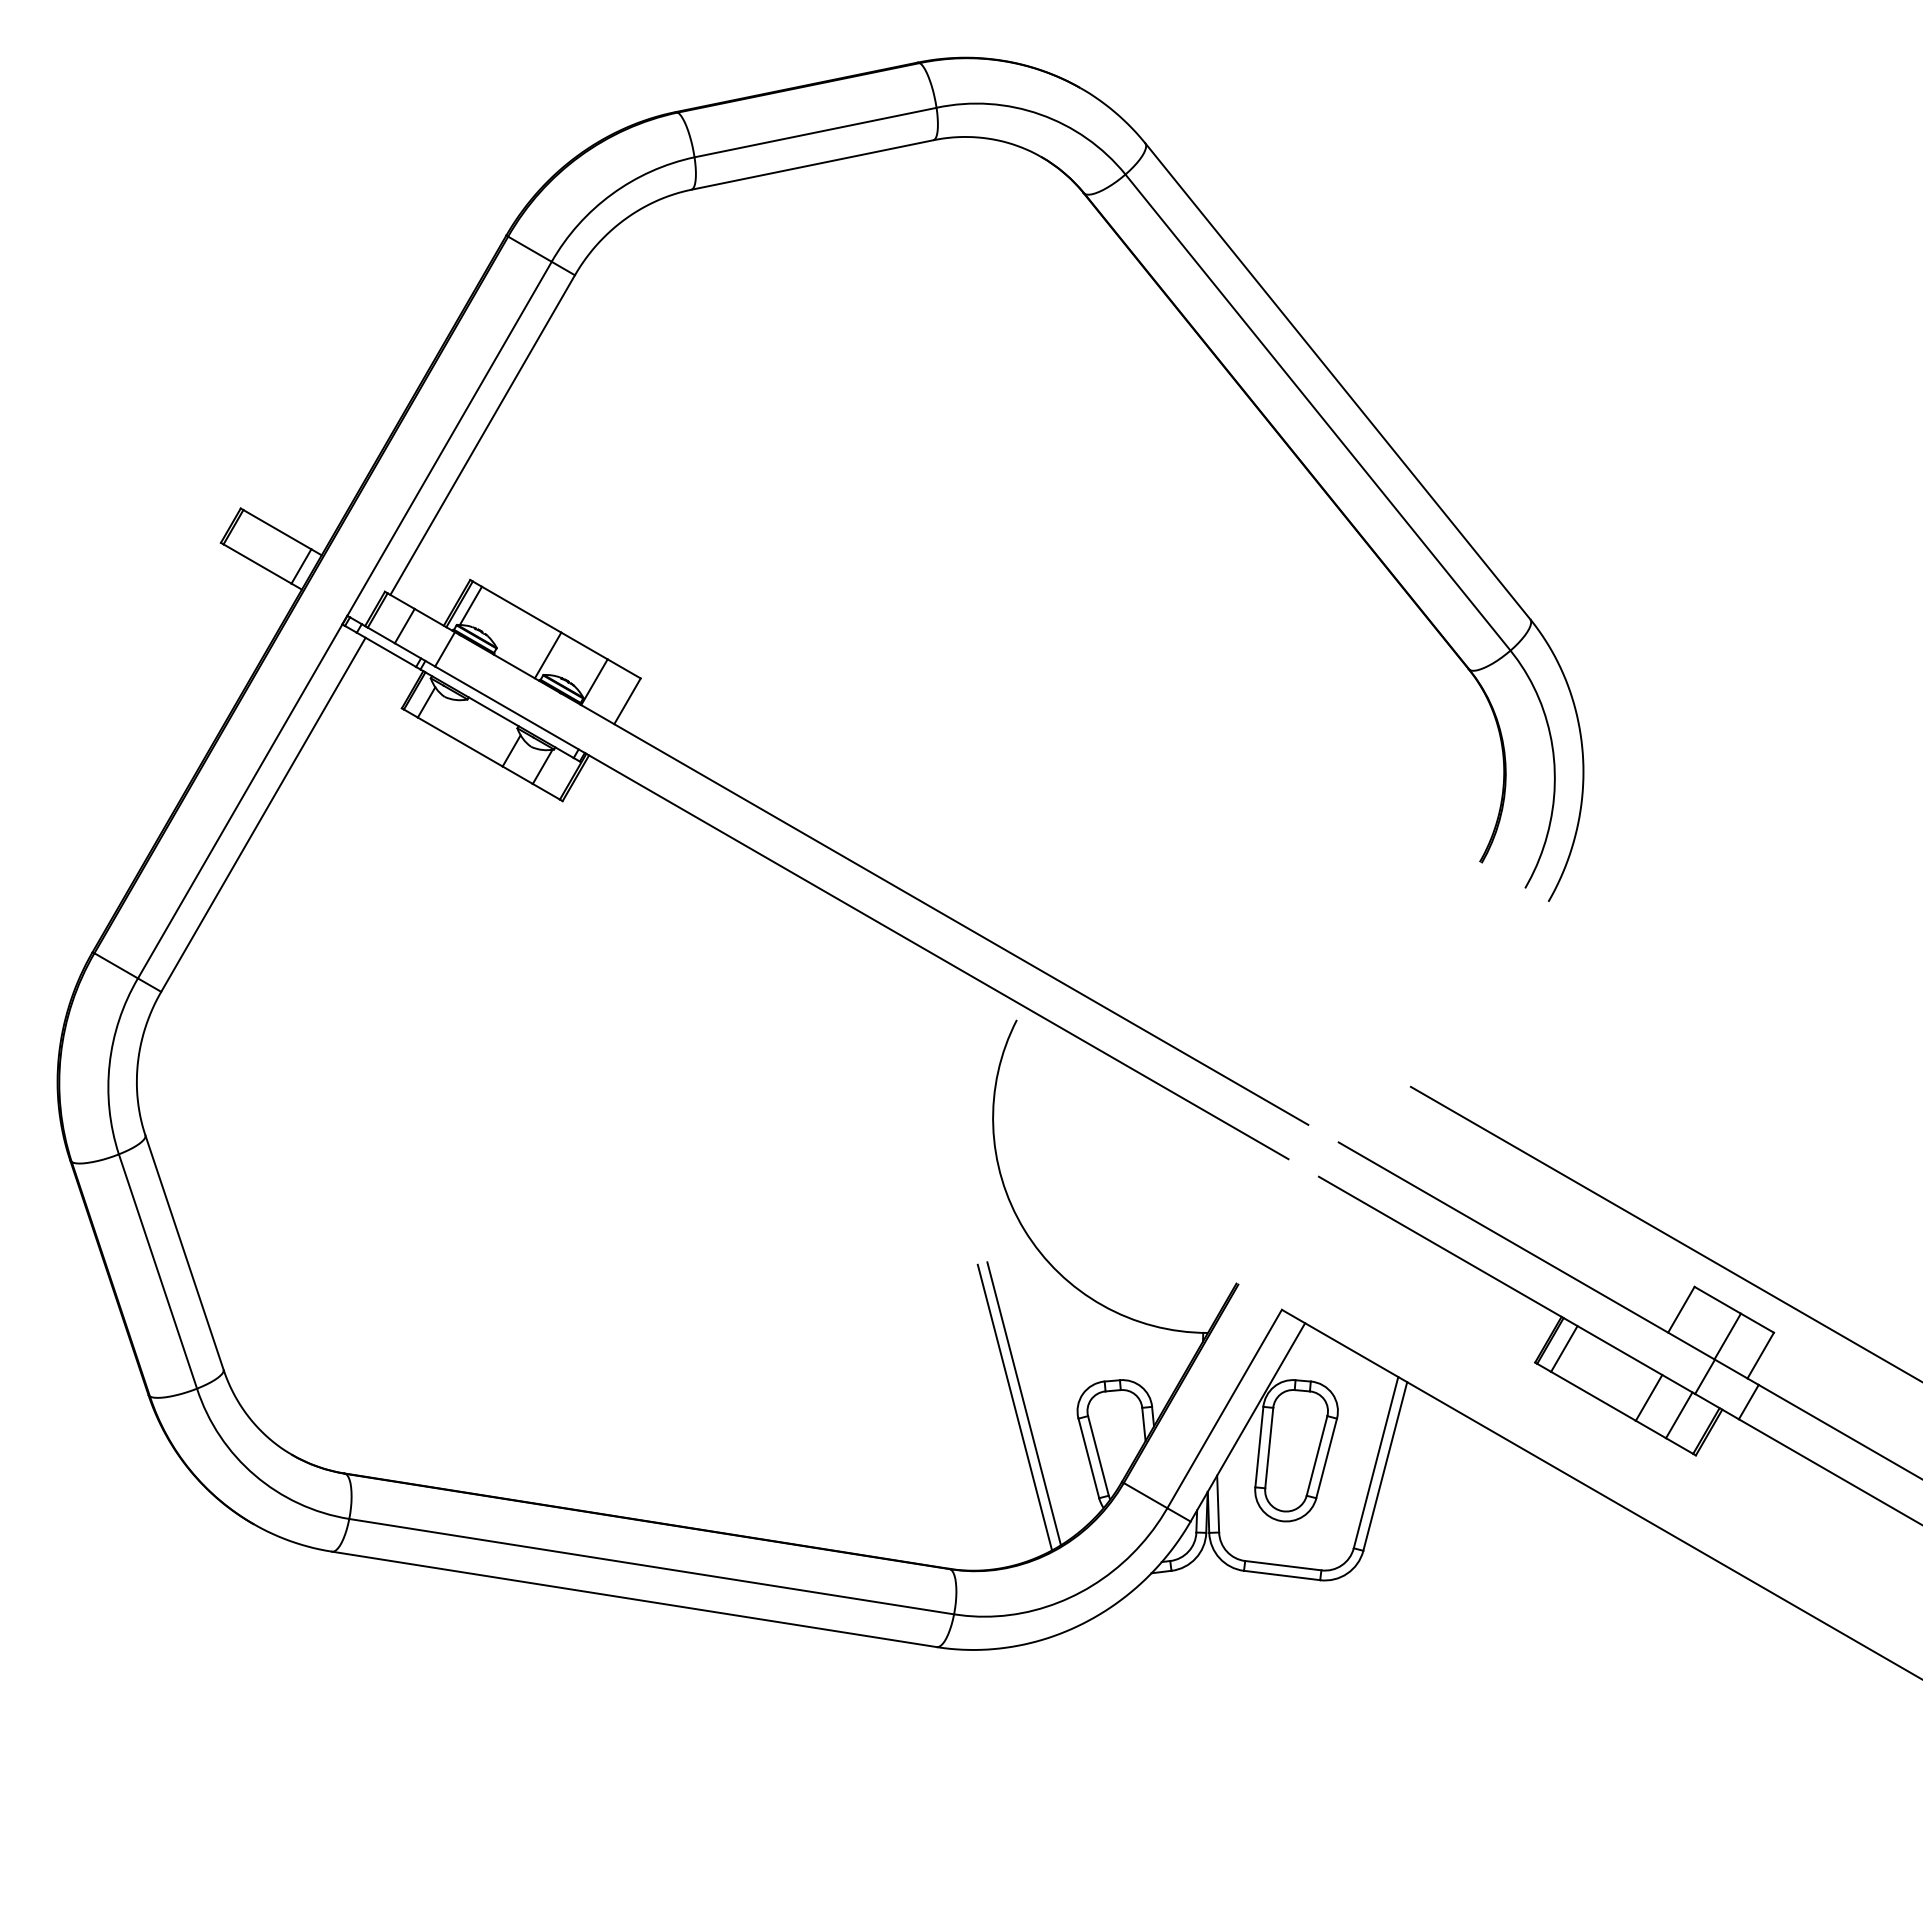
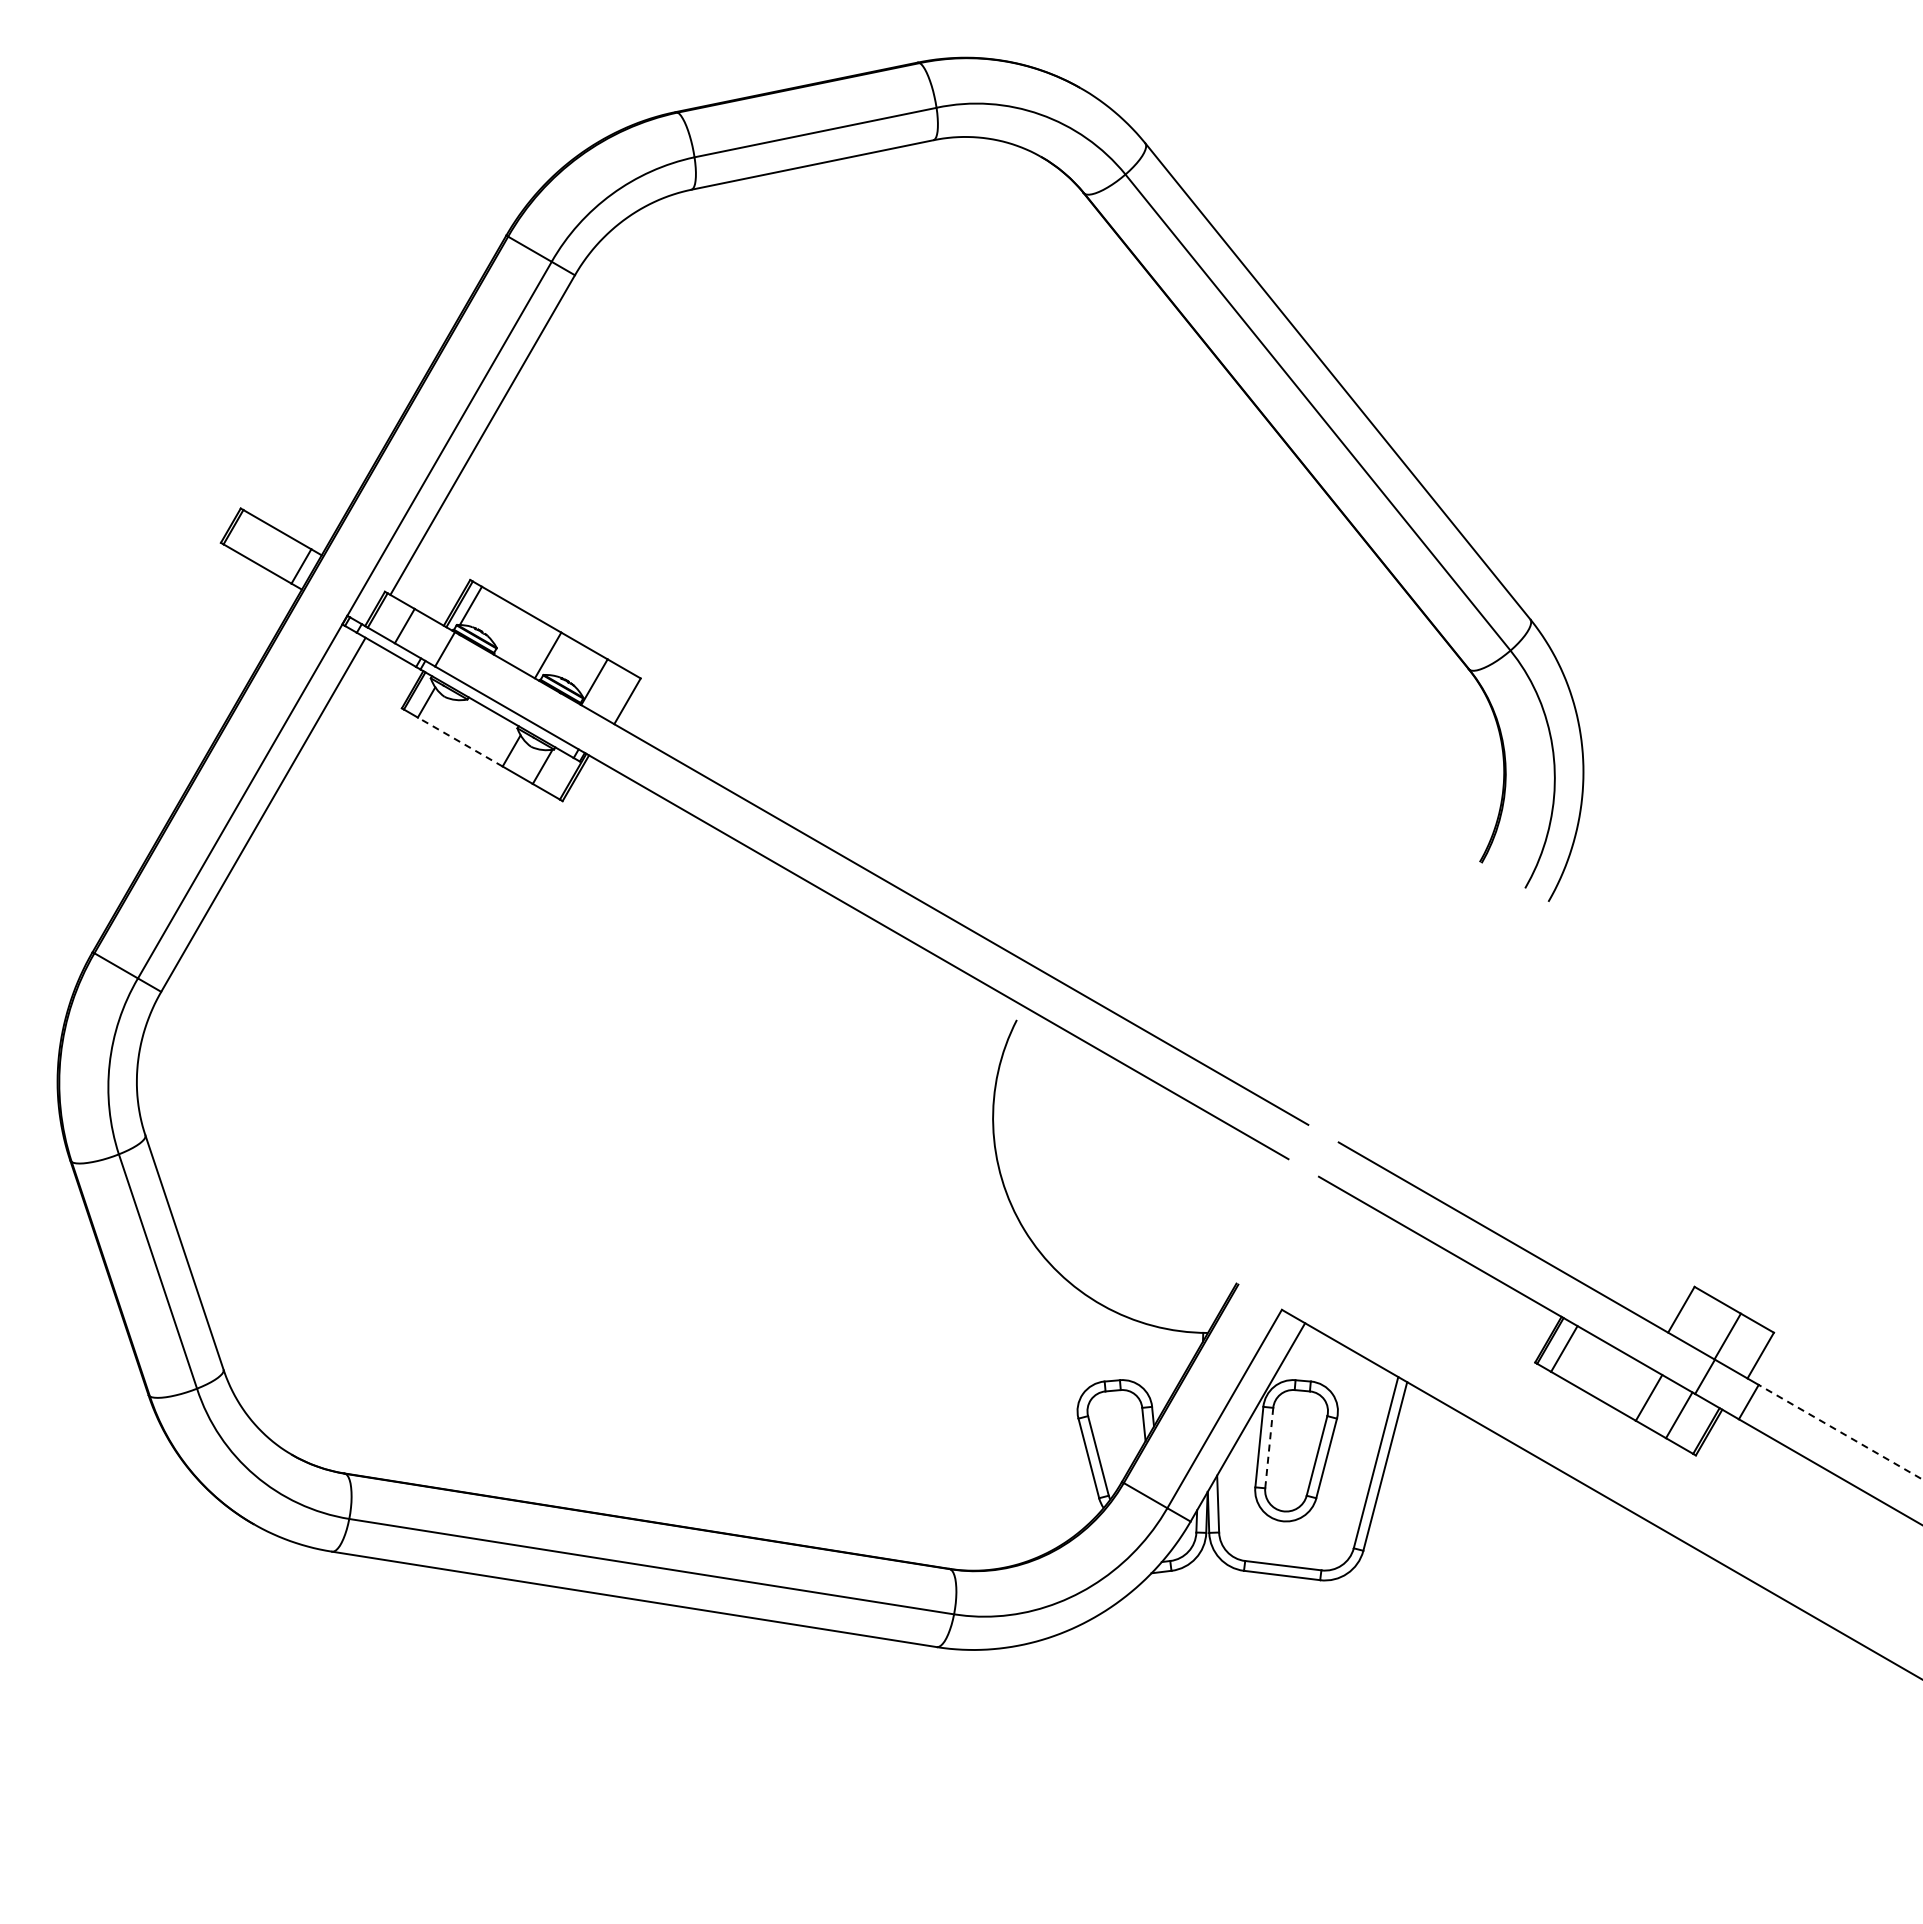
line at (460, 742): solid -> dashed
line at (1664, 1233): present -> none
line at (1023, 1403): present -> none
line at (1014, 1407): present -> none
line at (1840, 1431): solid -> dashed
line at (1269, 1448): solid -> dashed
